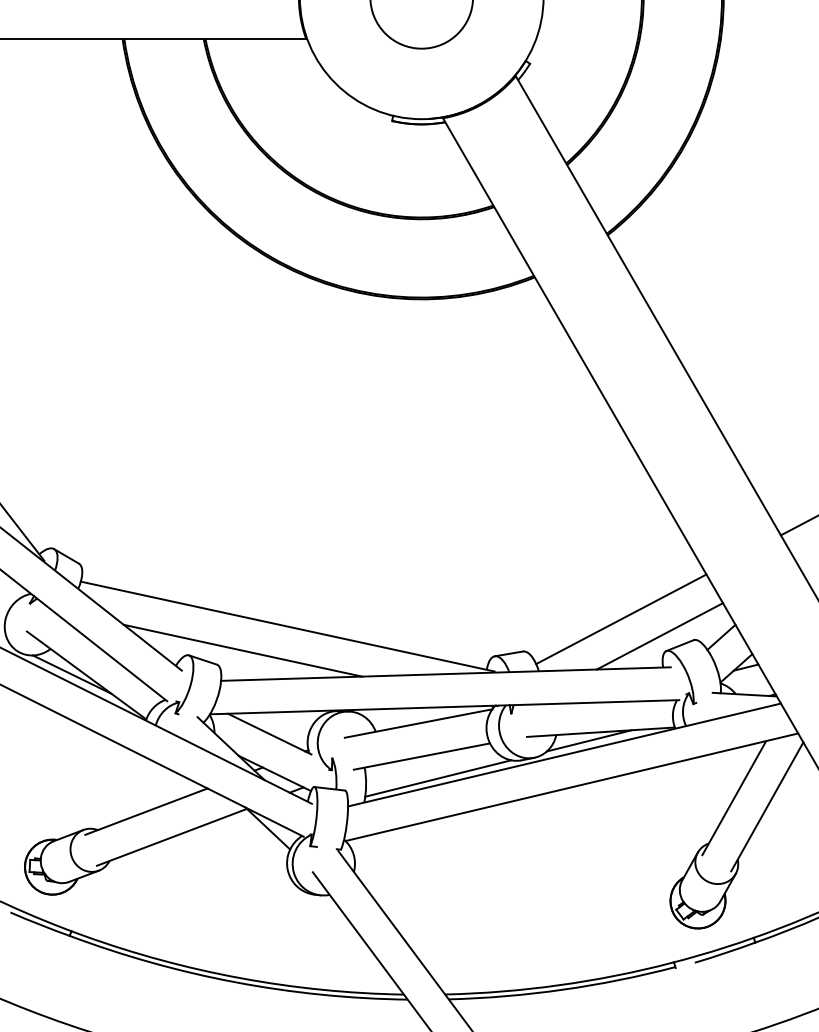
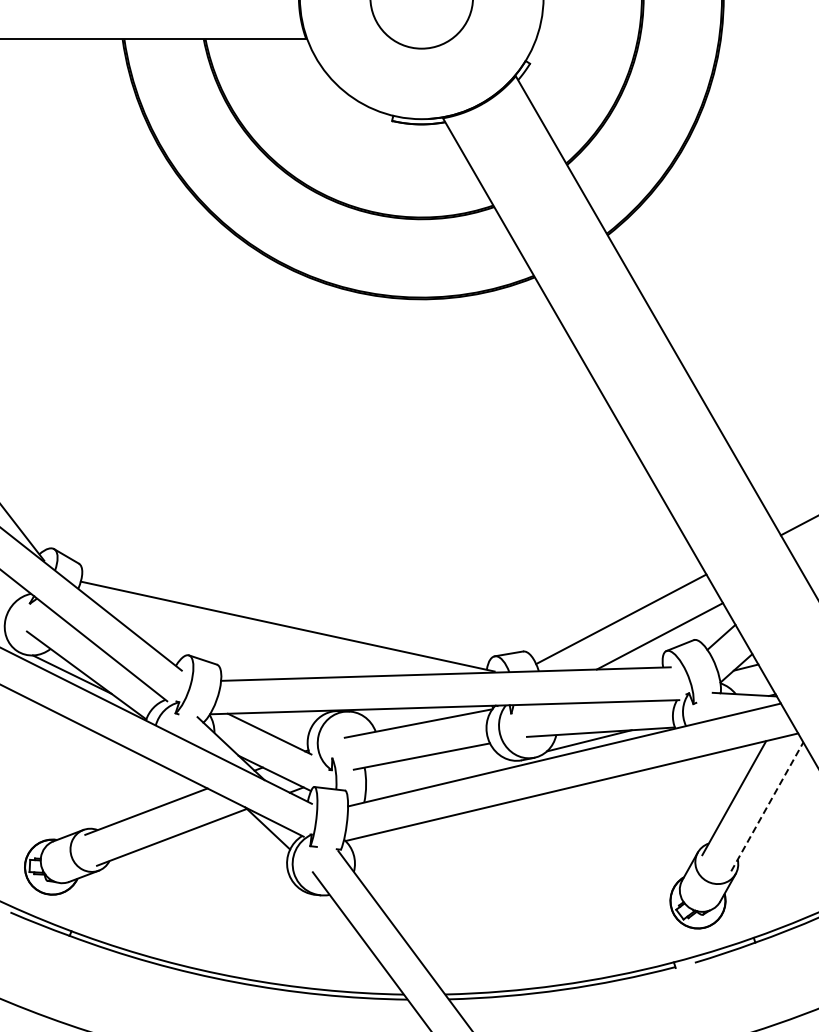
line at (242, 650): present -> none
line at (438, 778): present -> none
line at (767, 806): solid -> dashed
